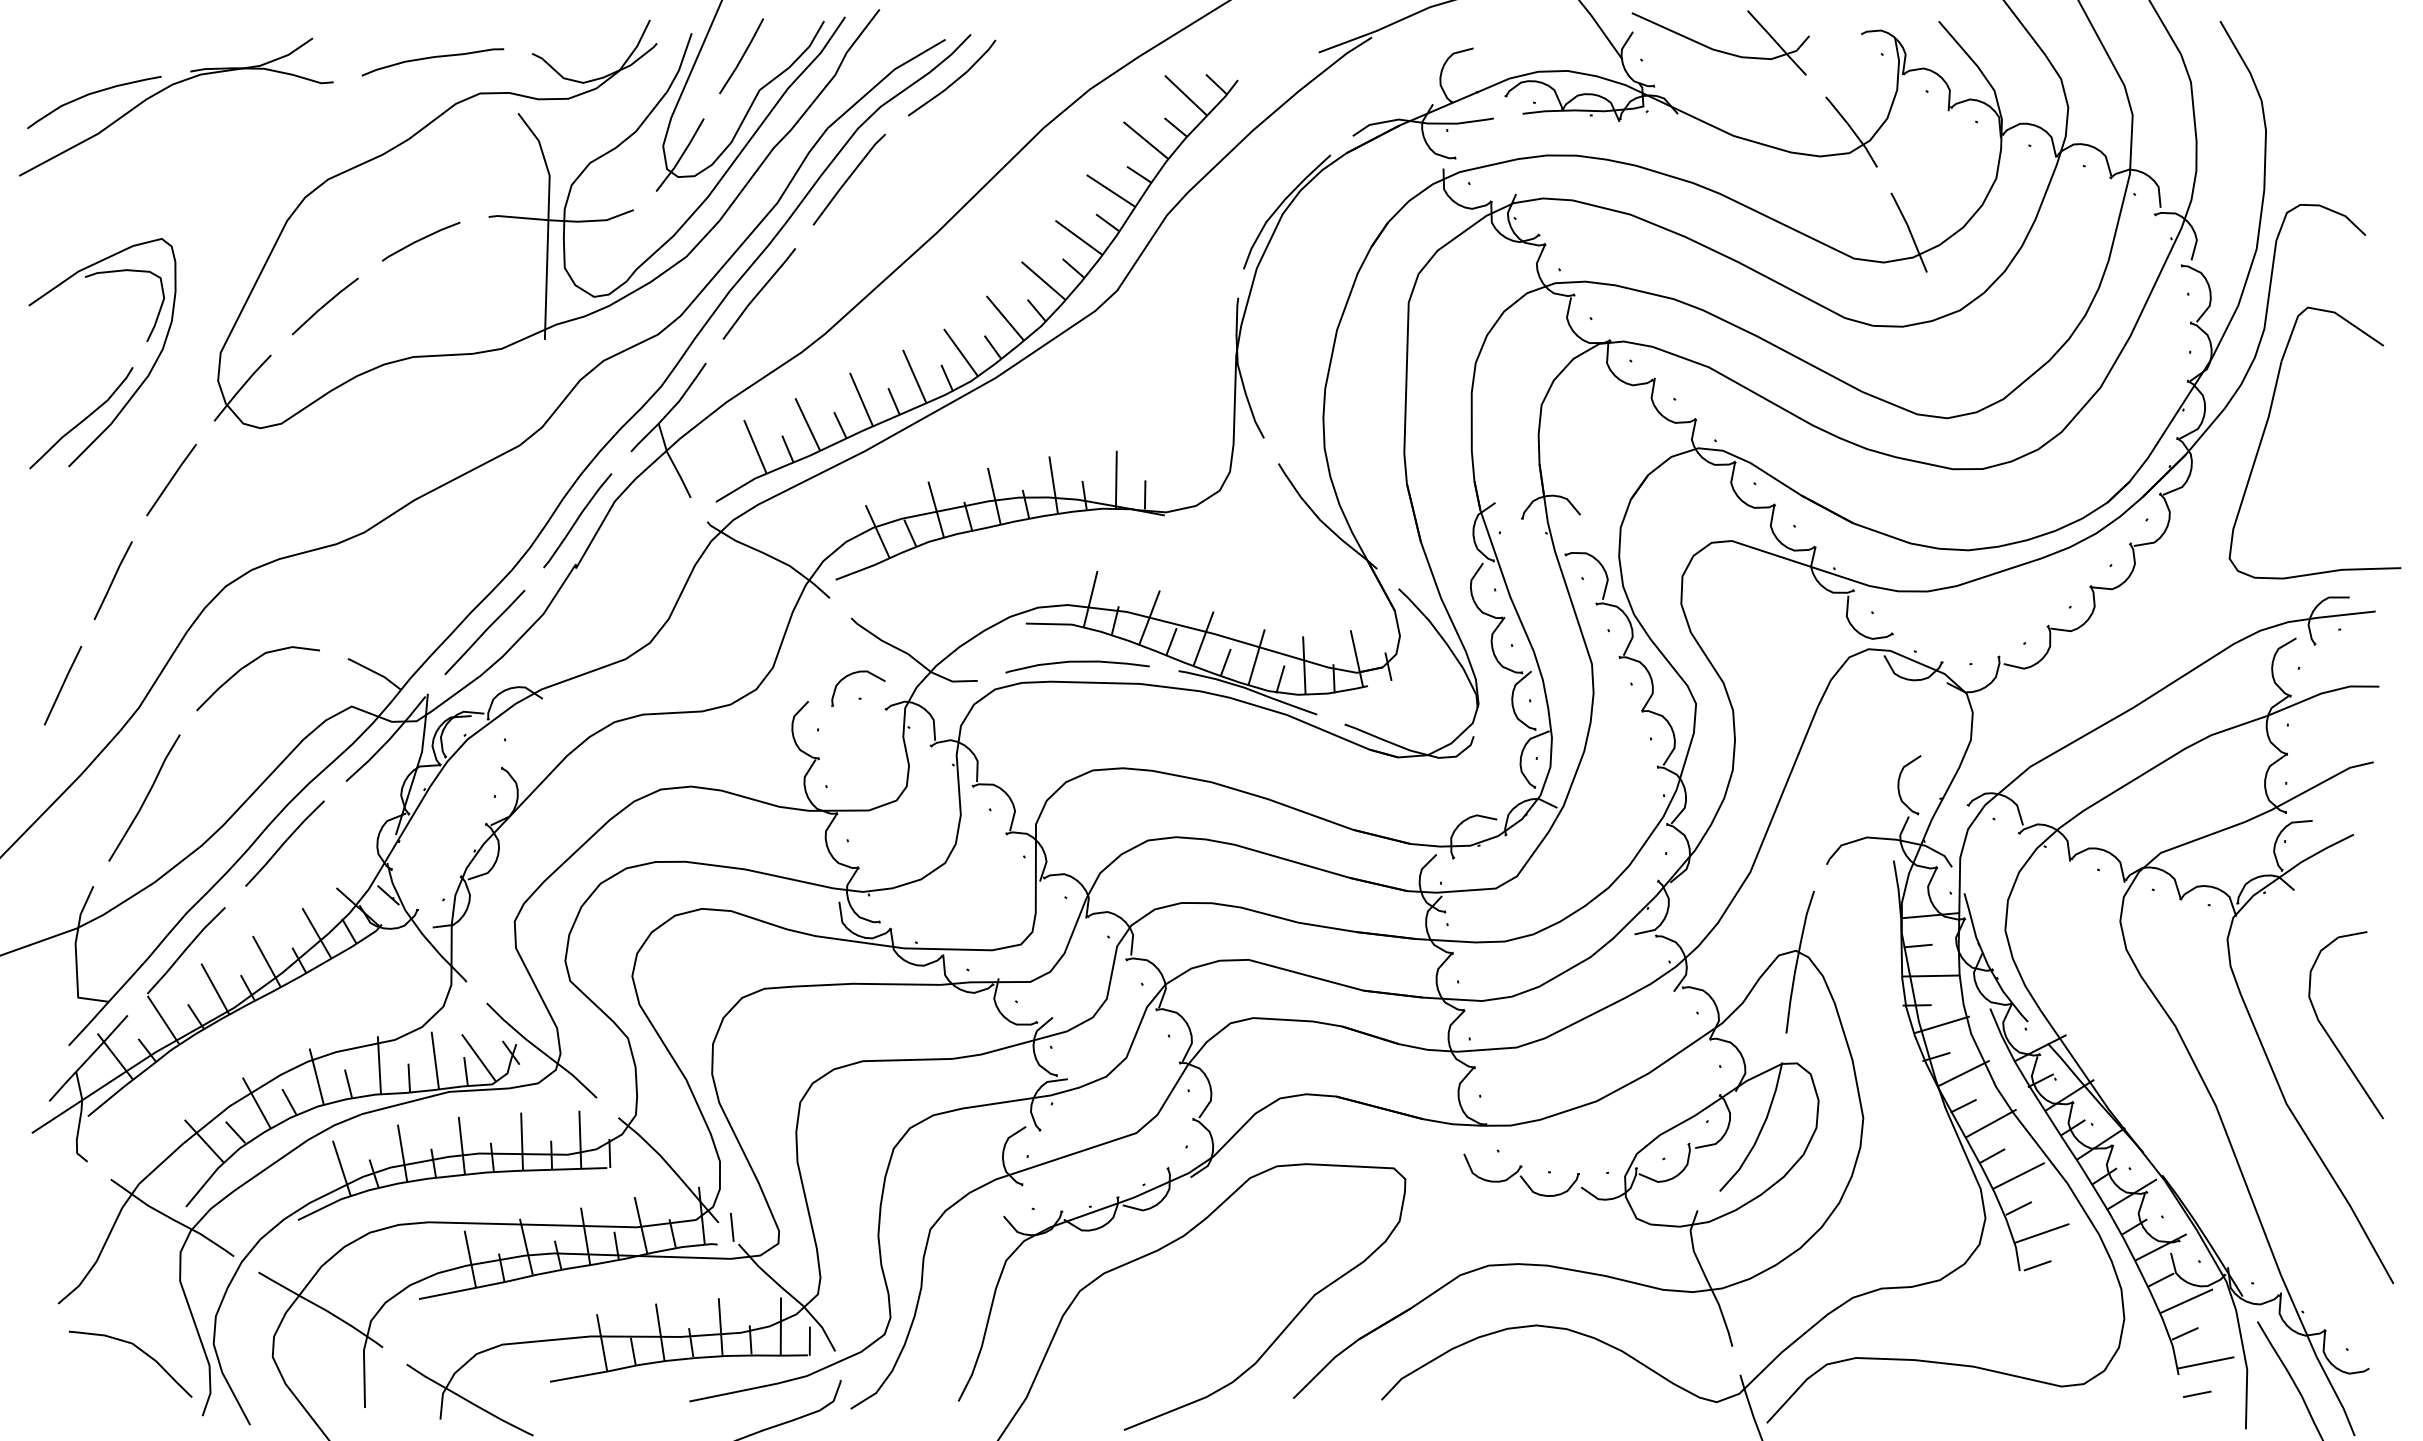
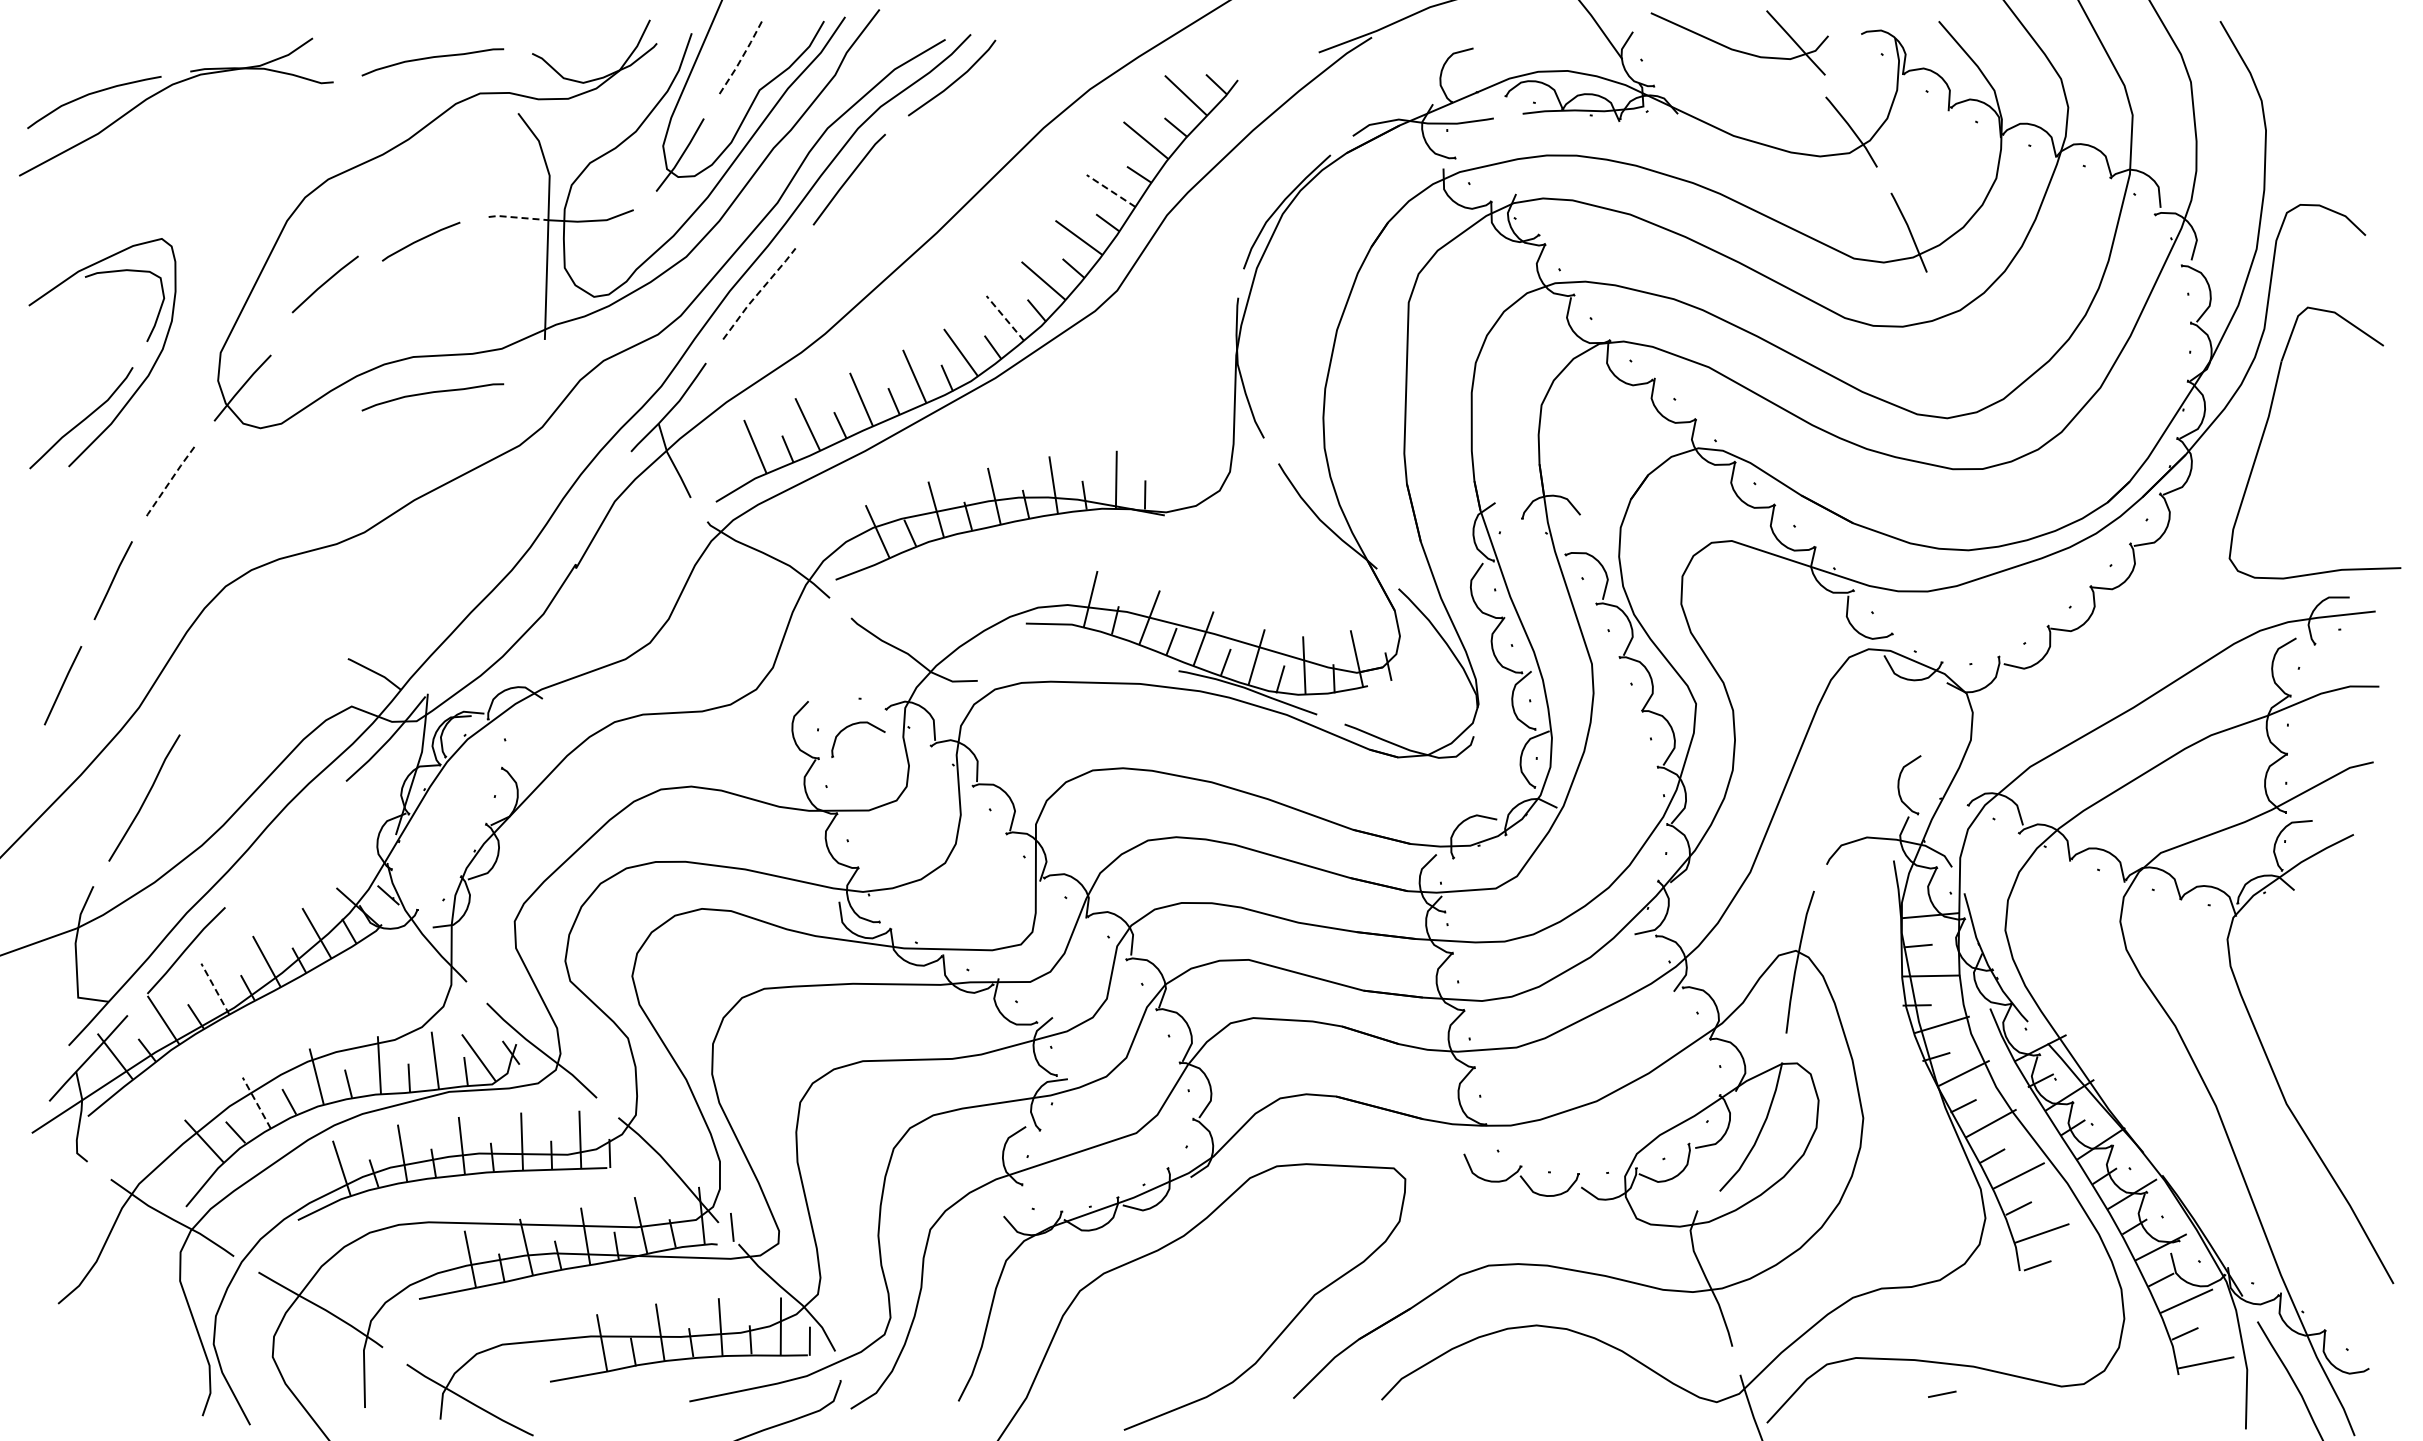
part at (1717, 49) position: (1717, 49) -> (1736, 49)
line at (742, 56): solid -> dashed
line at (1110, 190): solid -> dashed
line at (517, 217): solid -> dashed
line at (758, 293): solid -> dashed
line at (324, 306) position: (324, 306) -> (324, 284)
line at (1005, 318): solid -> dashed
curve at (432, 393): none -> present
line at (171, 479): solid -> dashed
curve at (577, 520): present -> none
line at (484, 632): present -> none
curve at (1077, 662): present -> none
curve at (250, 664): present -> none
part at (853, 674) position: (853, 674) -> (853, 725)
line at (284, 843): present -> none
line at (215, 989): solid -> dashed
curve at (2330, 1036): present -> none
line at (256, 1102): solid -> dashed
curve at (139, 1350): present -> none
line at (2197, 1393) position: (2197, 1393) -> (1942, 1393)
